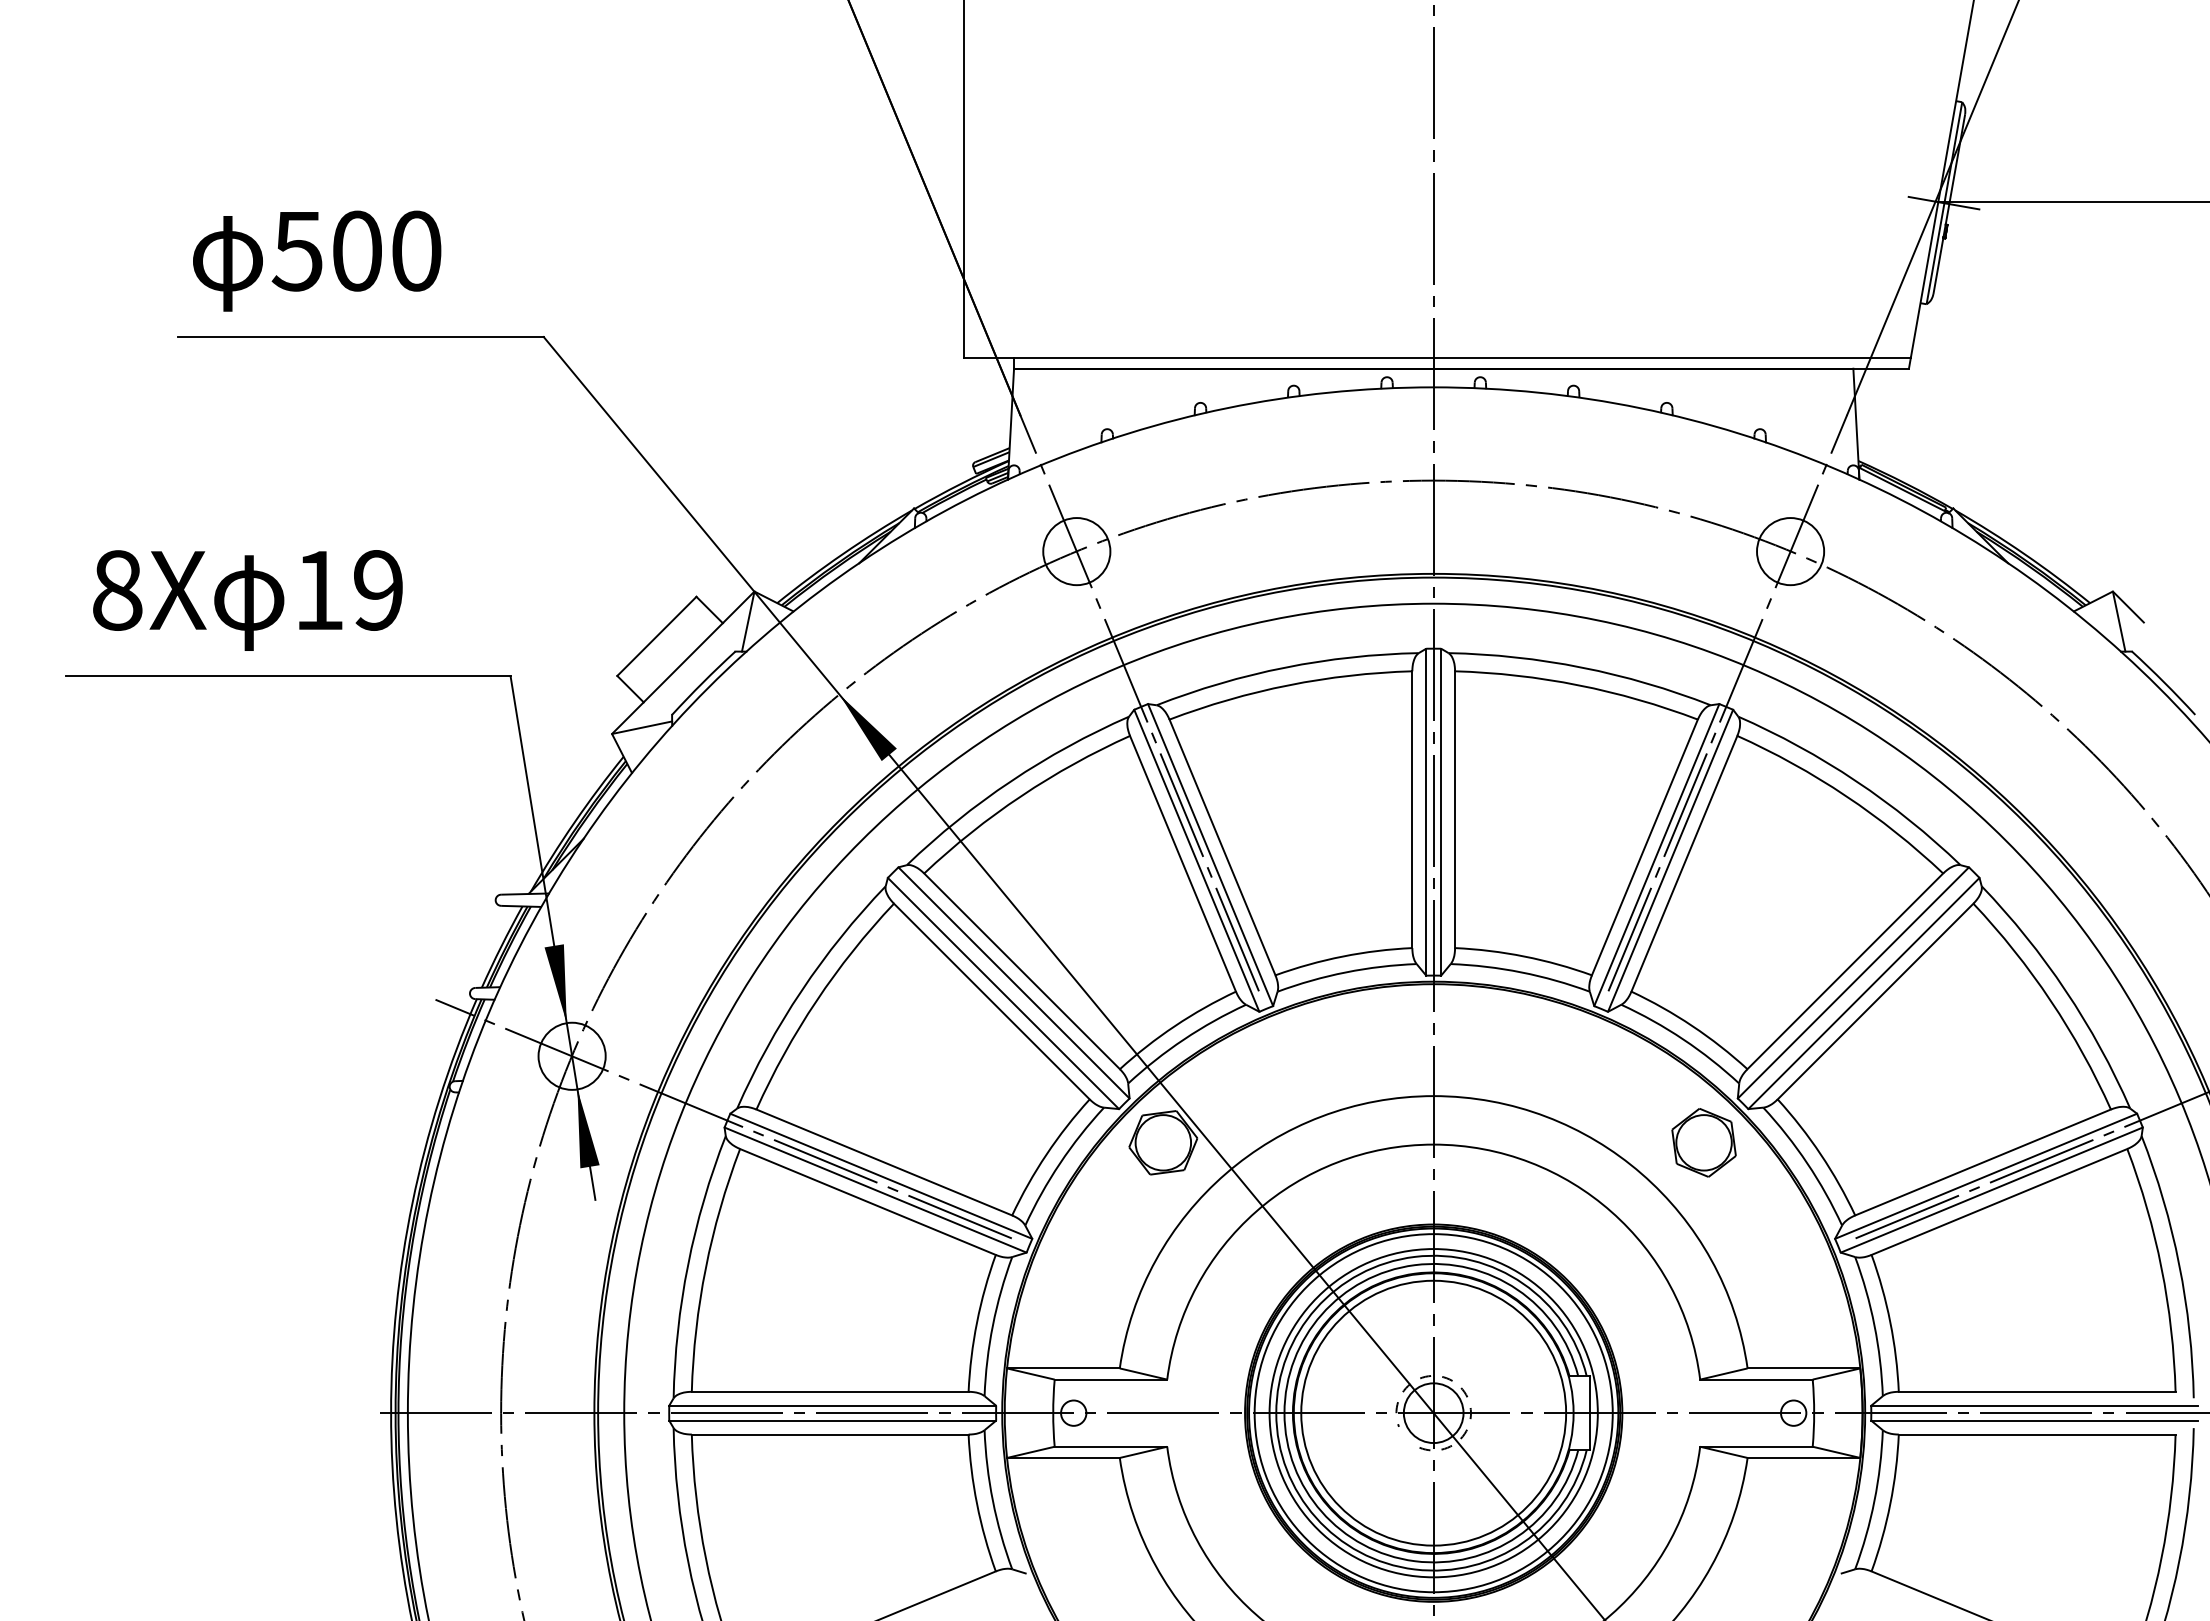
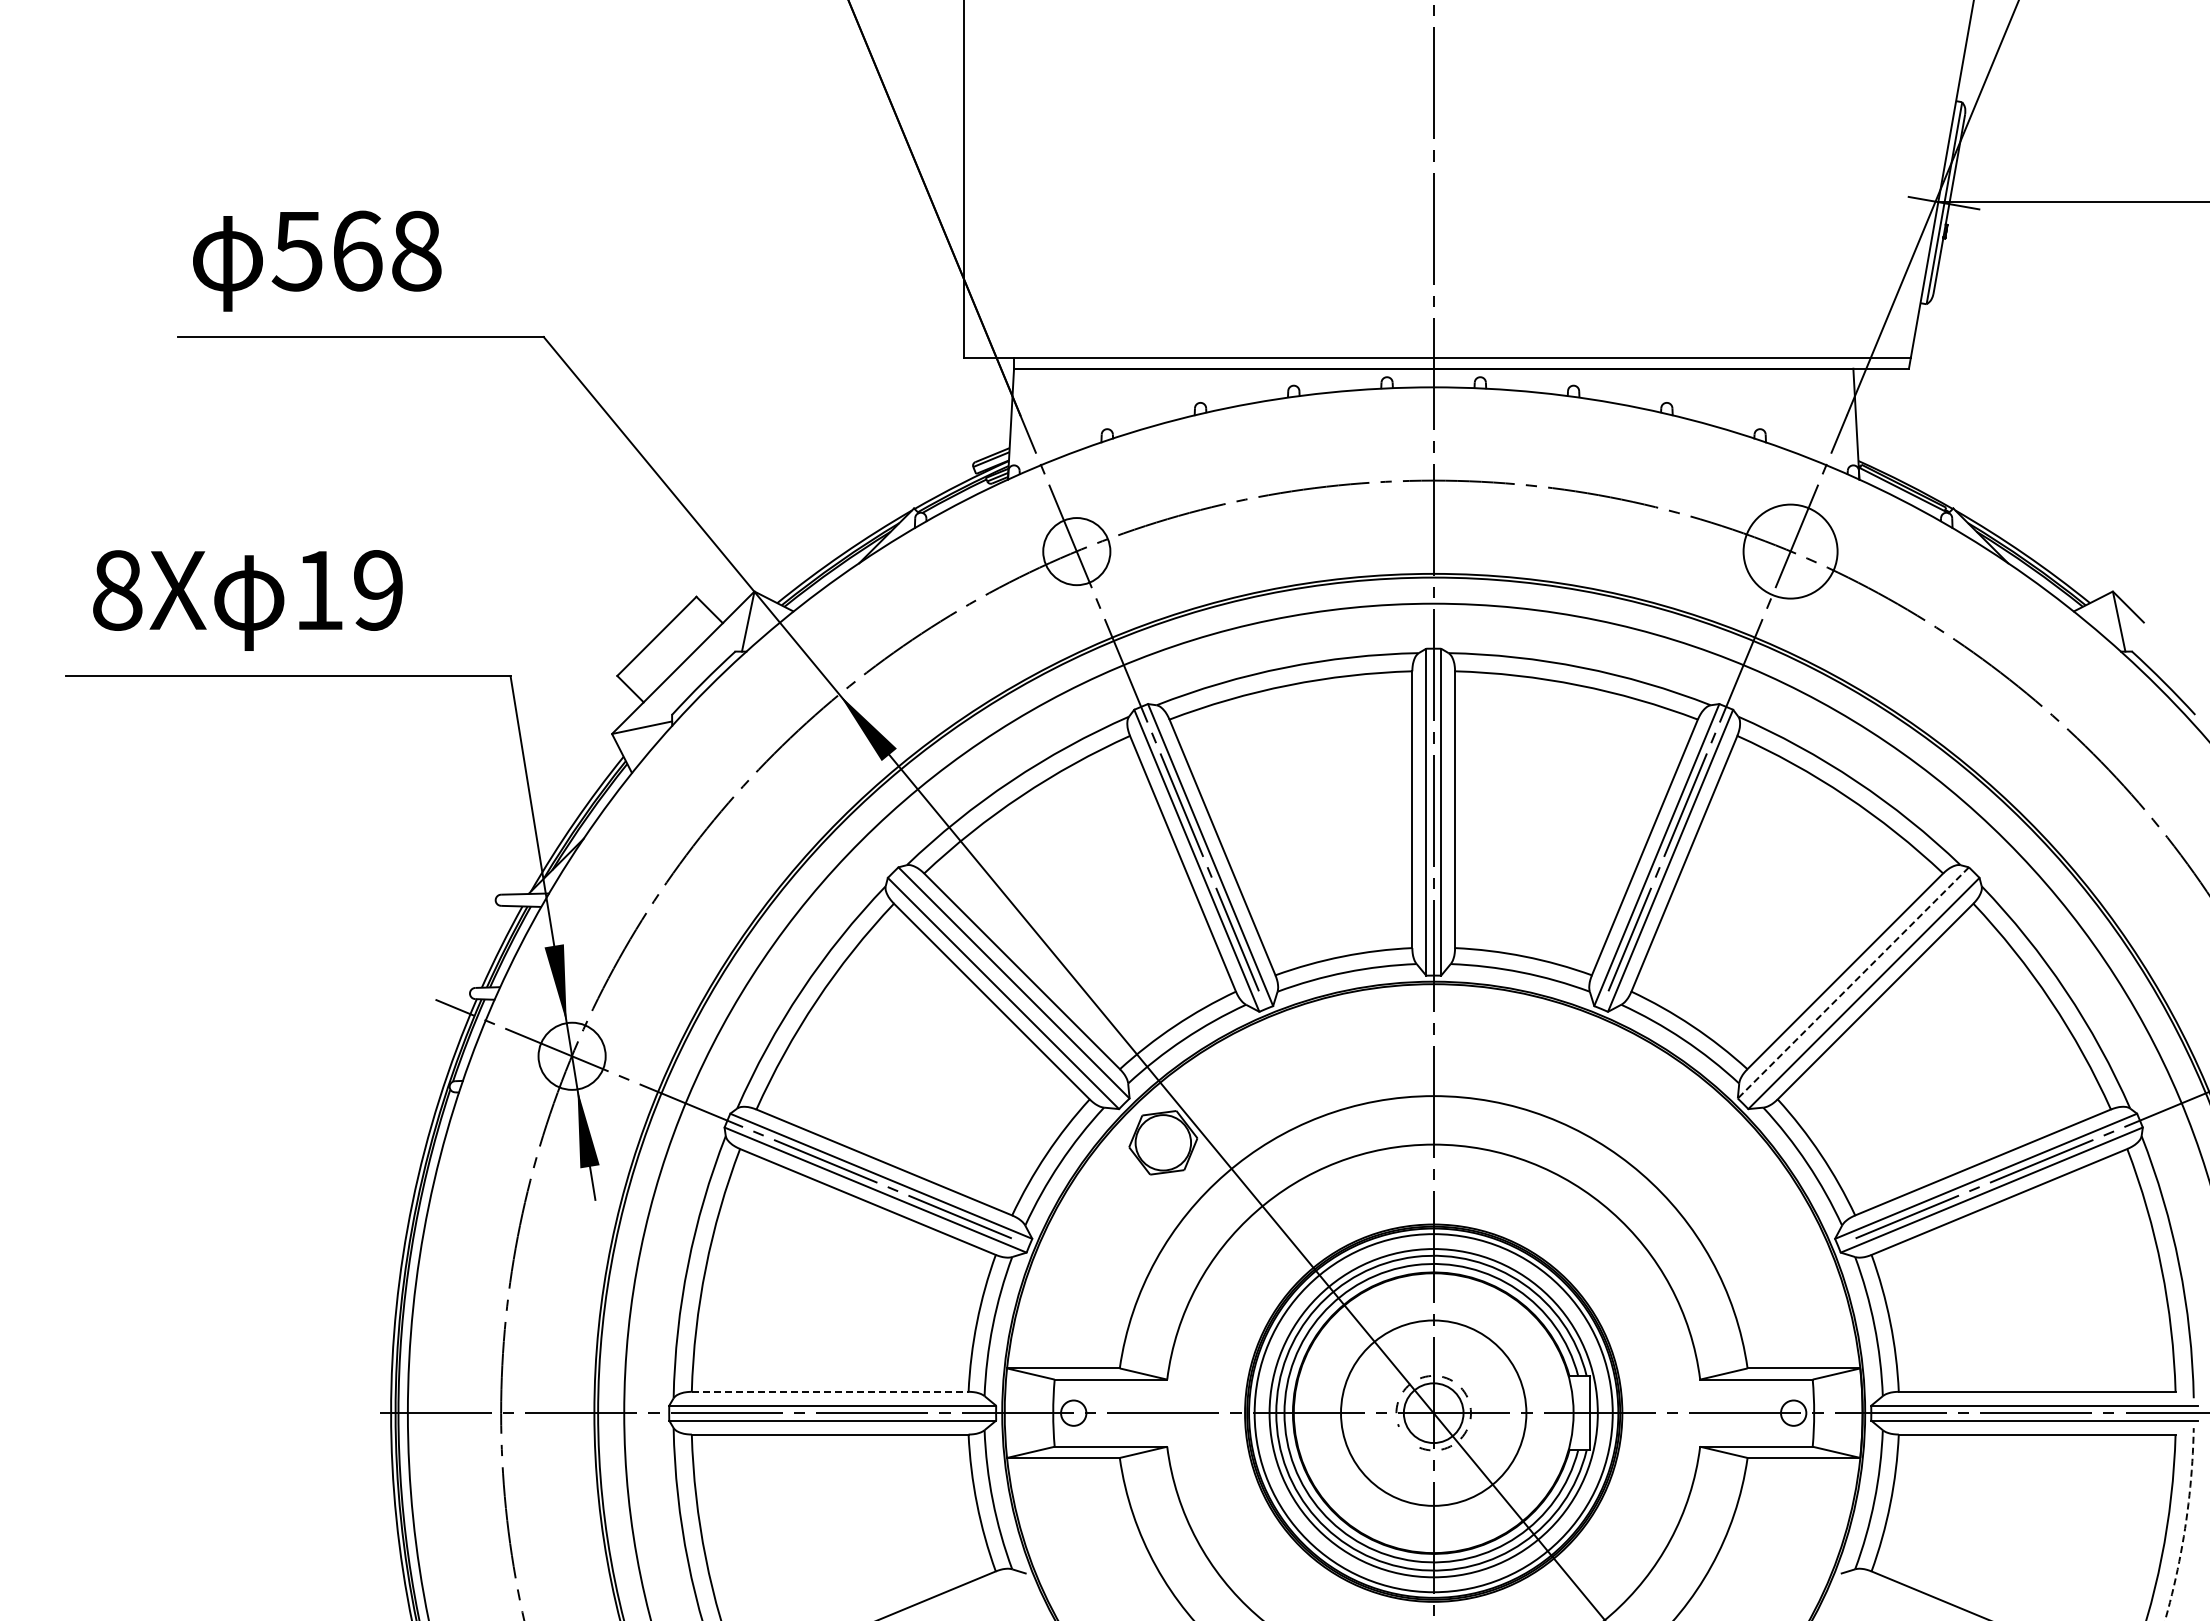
text at (387, 250): 500 -> 568
circle at (1790, 551) diameter: 67 px -> 94 px
line at (1853, 983): solid -> dashed
part at (1703, 1142): present -> none
line at (830, 1391): solid -> dashed
circle at (1433, 1412) diameter: 265 px -> 185 px
arc at (2185, 1525): solid -> dashed
